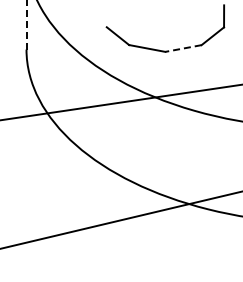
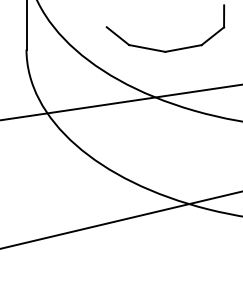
line at (26, 24): dashed -> solid
line at (182, 48): dashed -> solid
